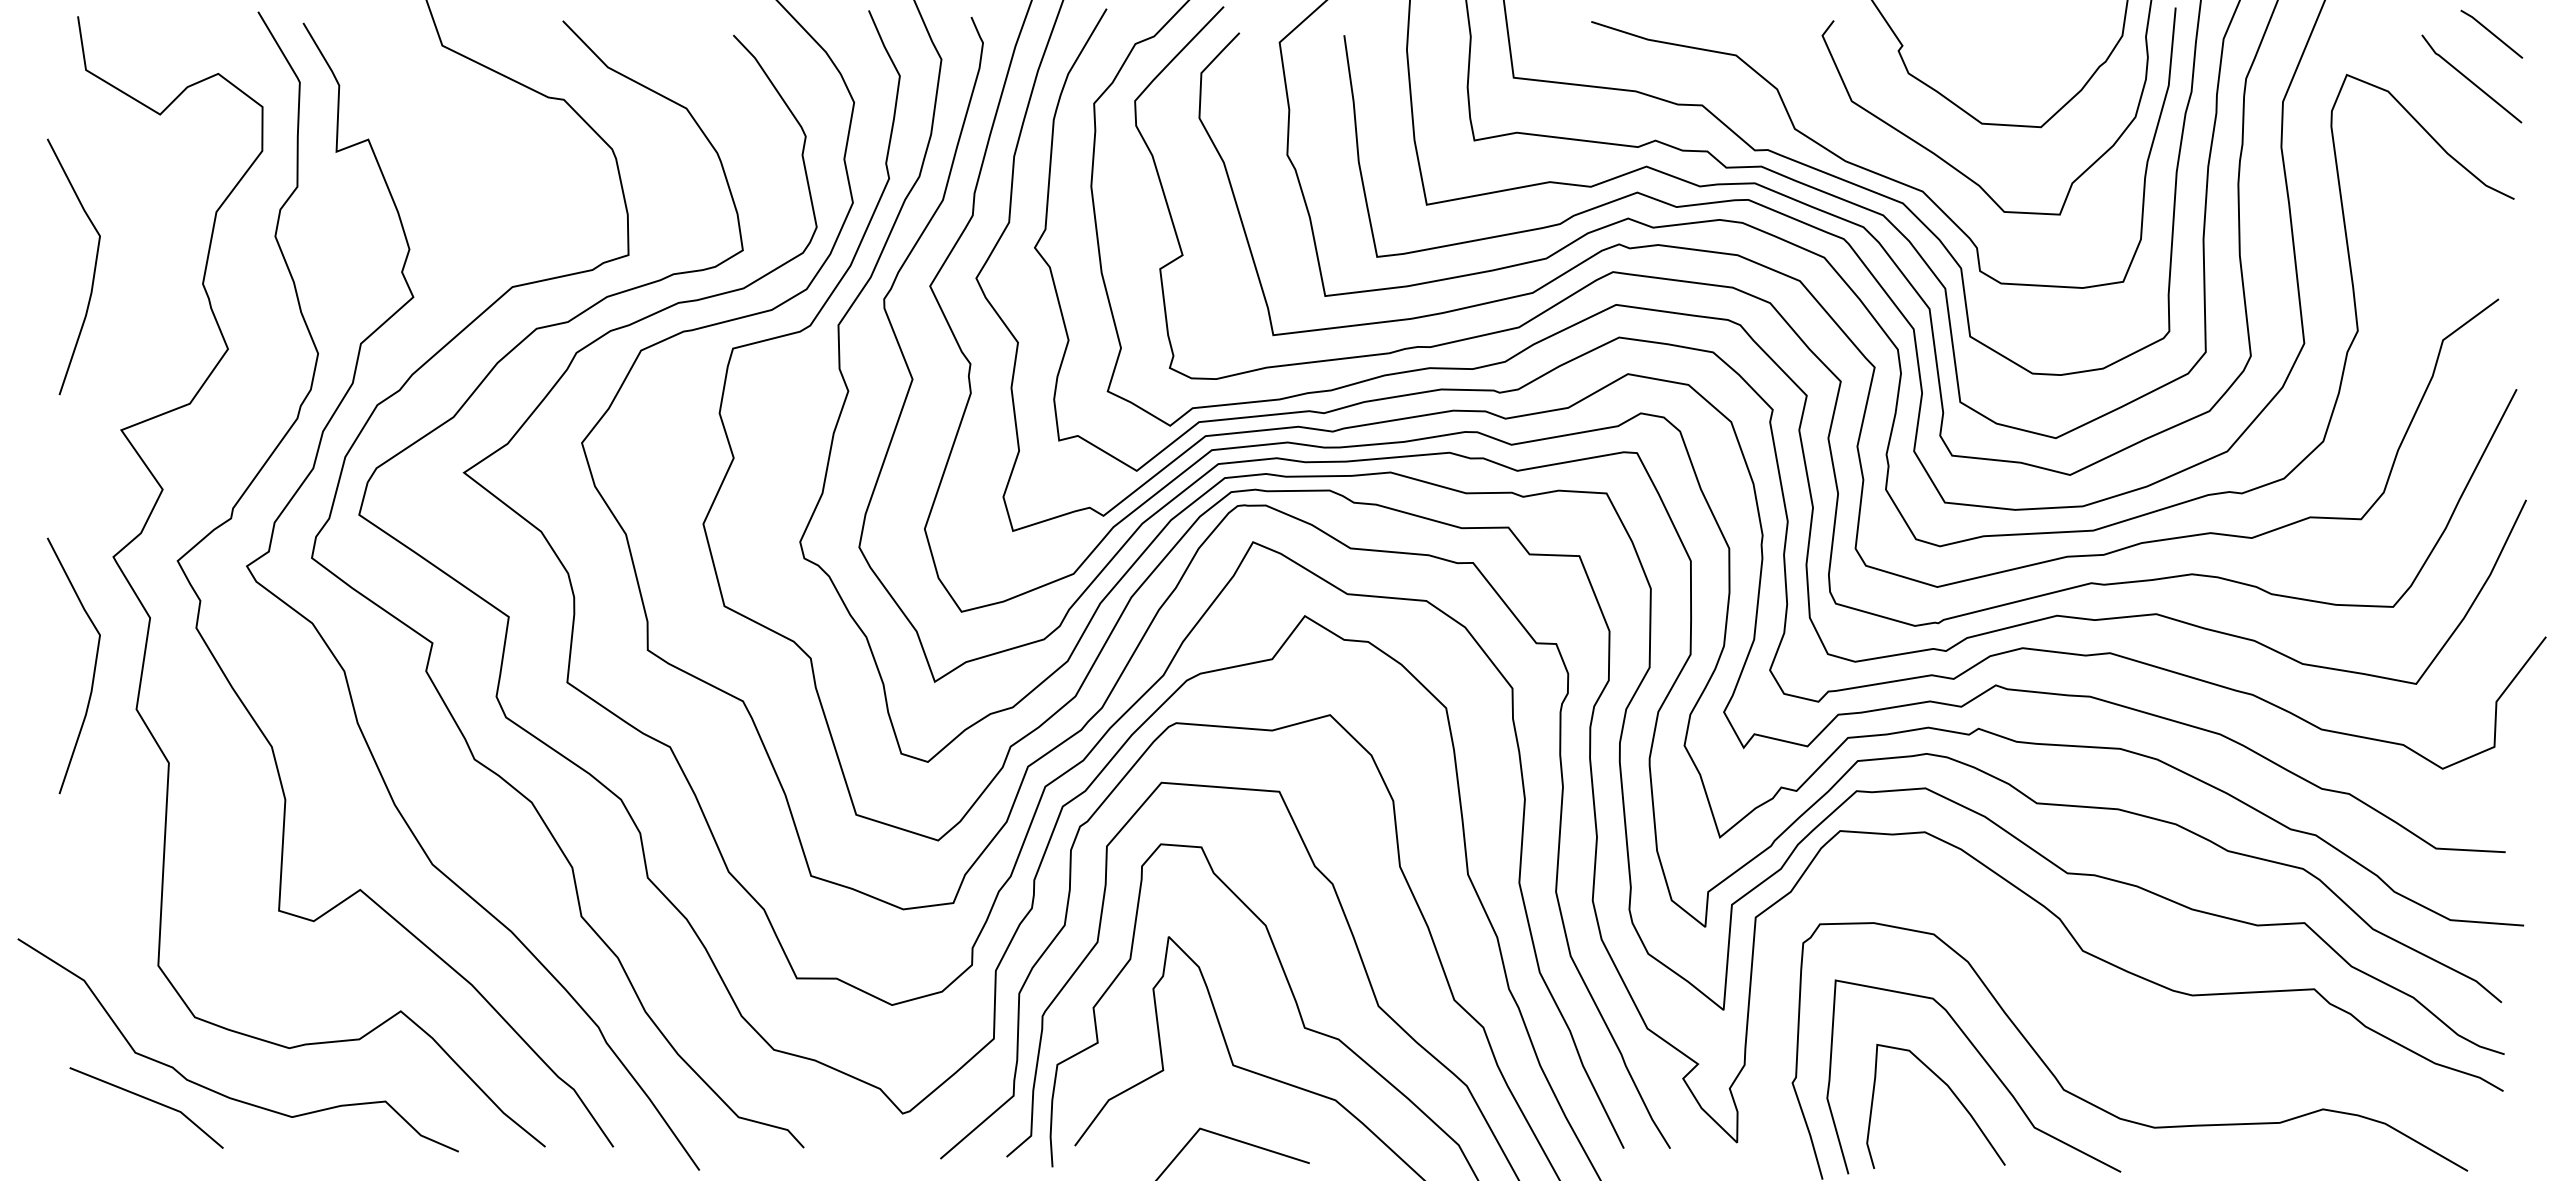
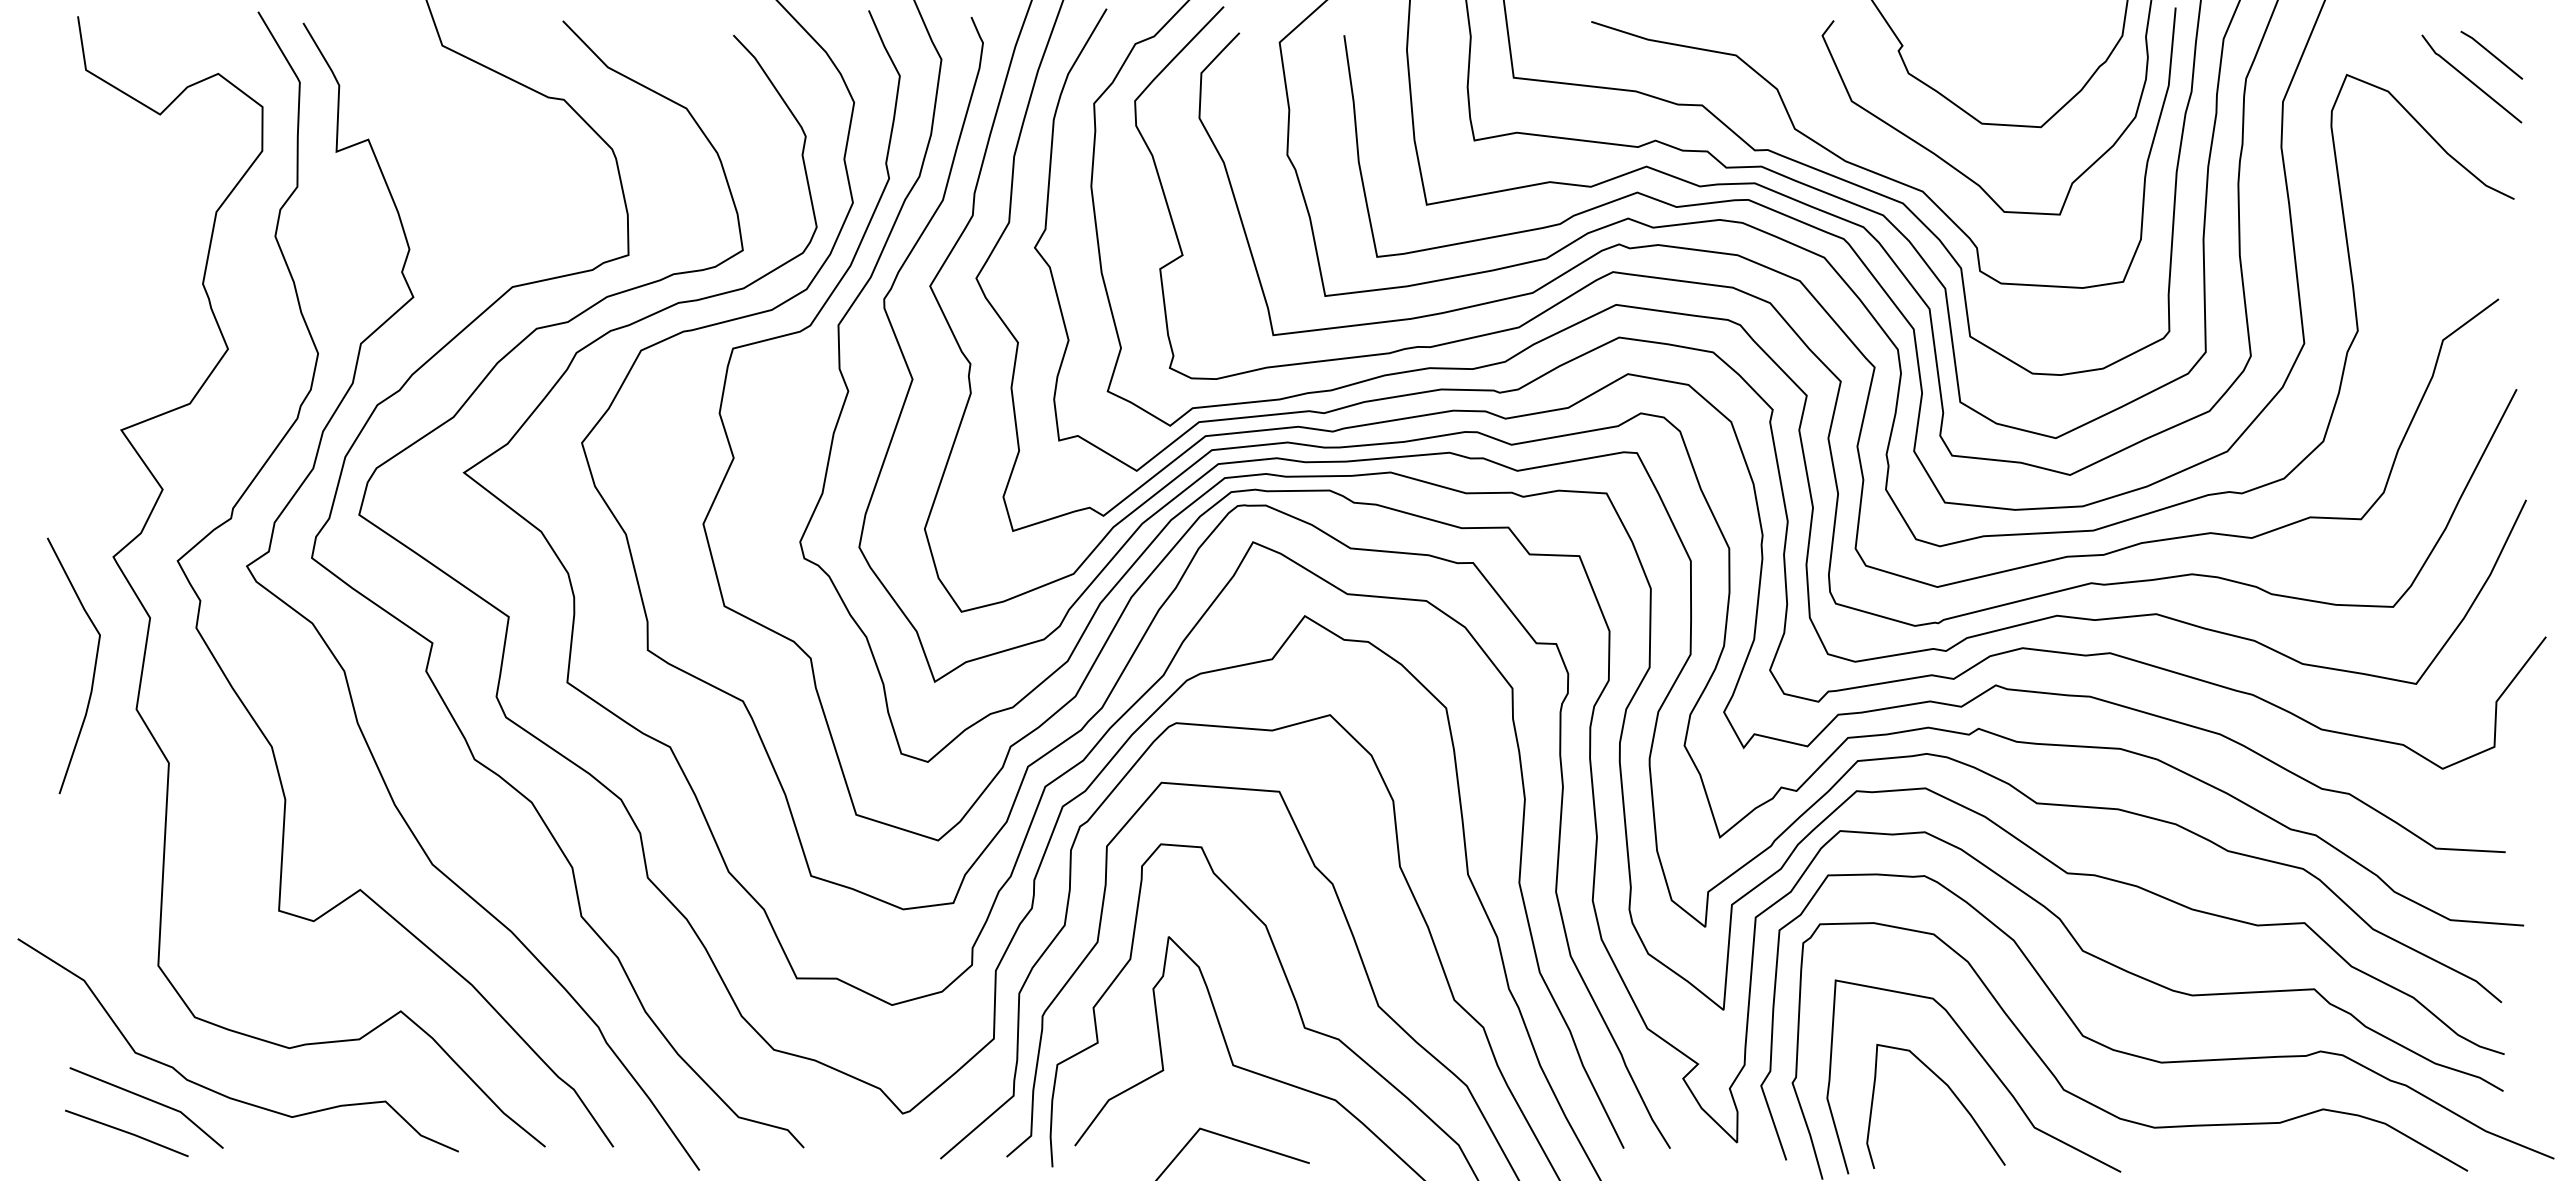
line at (2491, 33) position: (2491, 33) -> (2491, 54)
curve at (93, 271): present -> none
curve at (2146, 1057): none -> present
line at (126, 1133): none -> present
